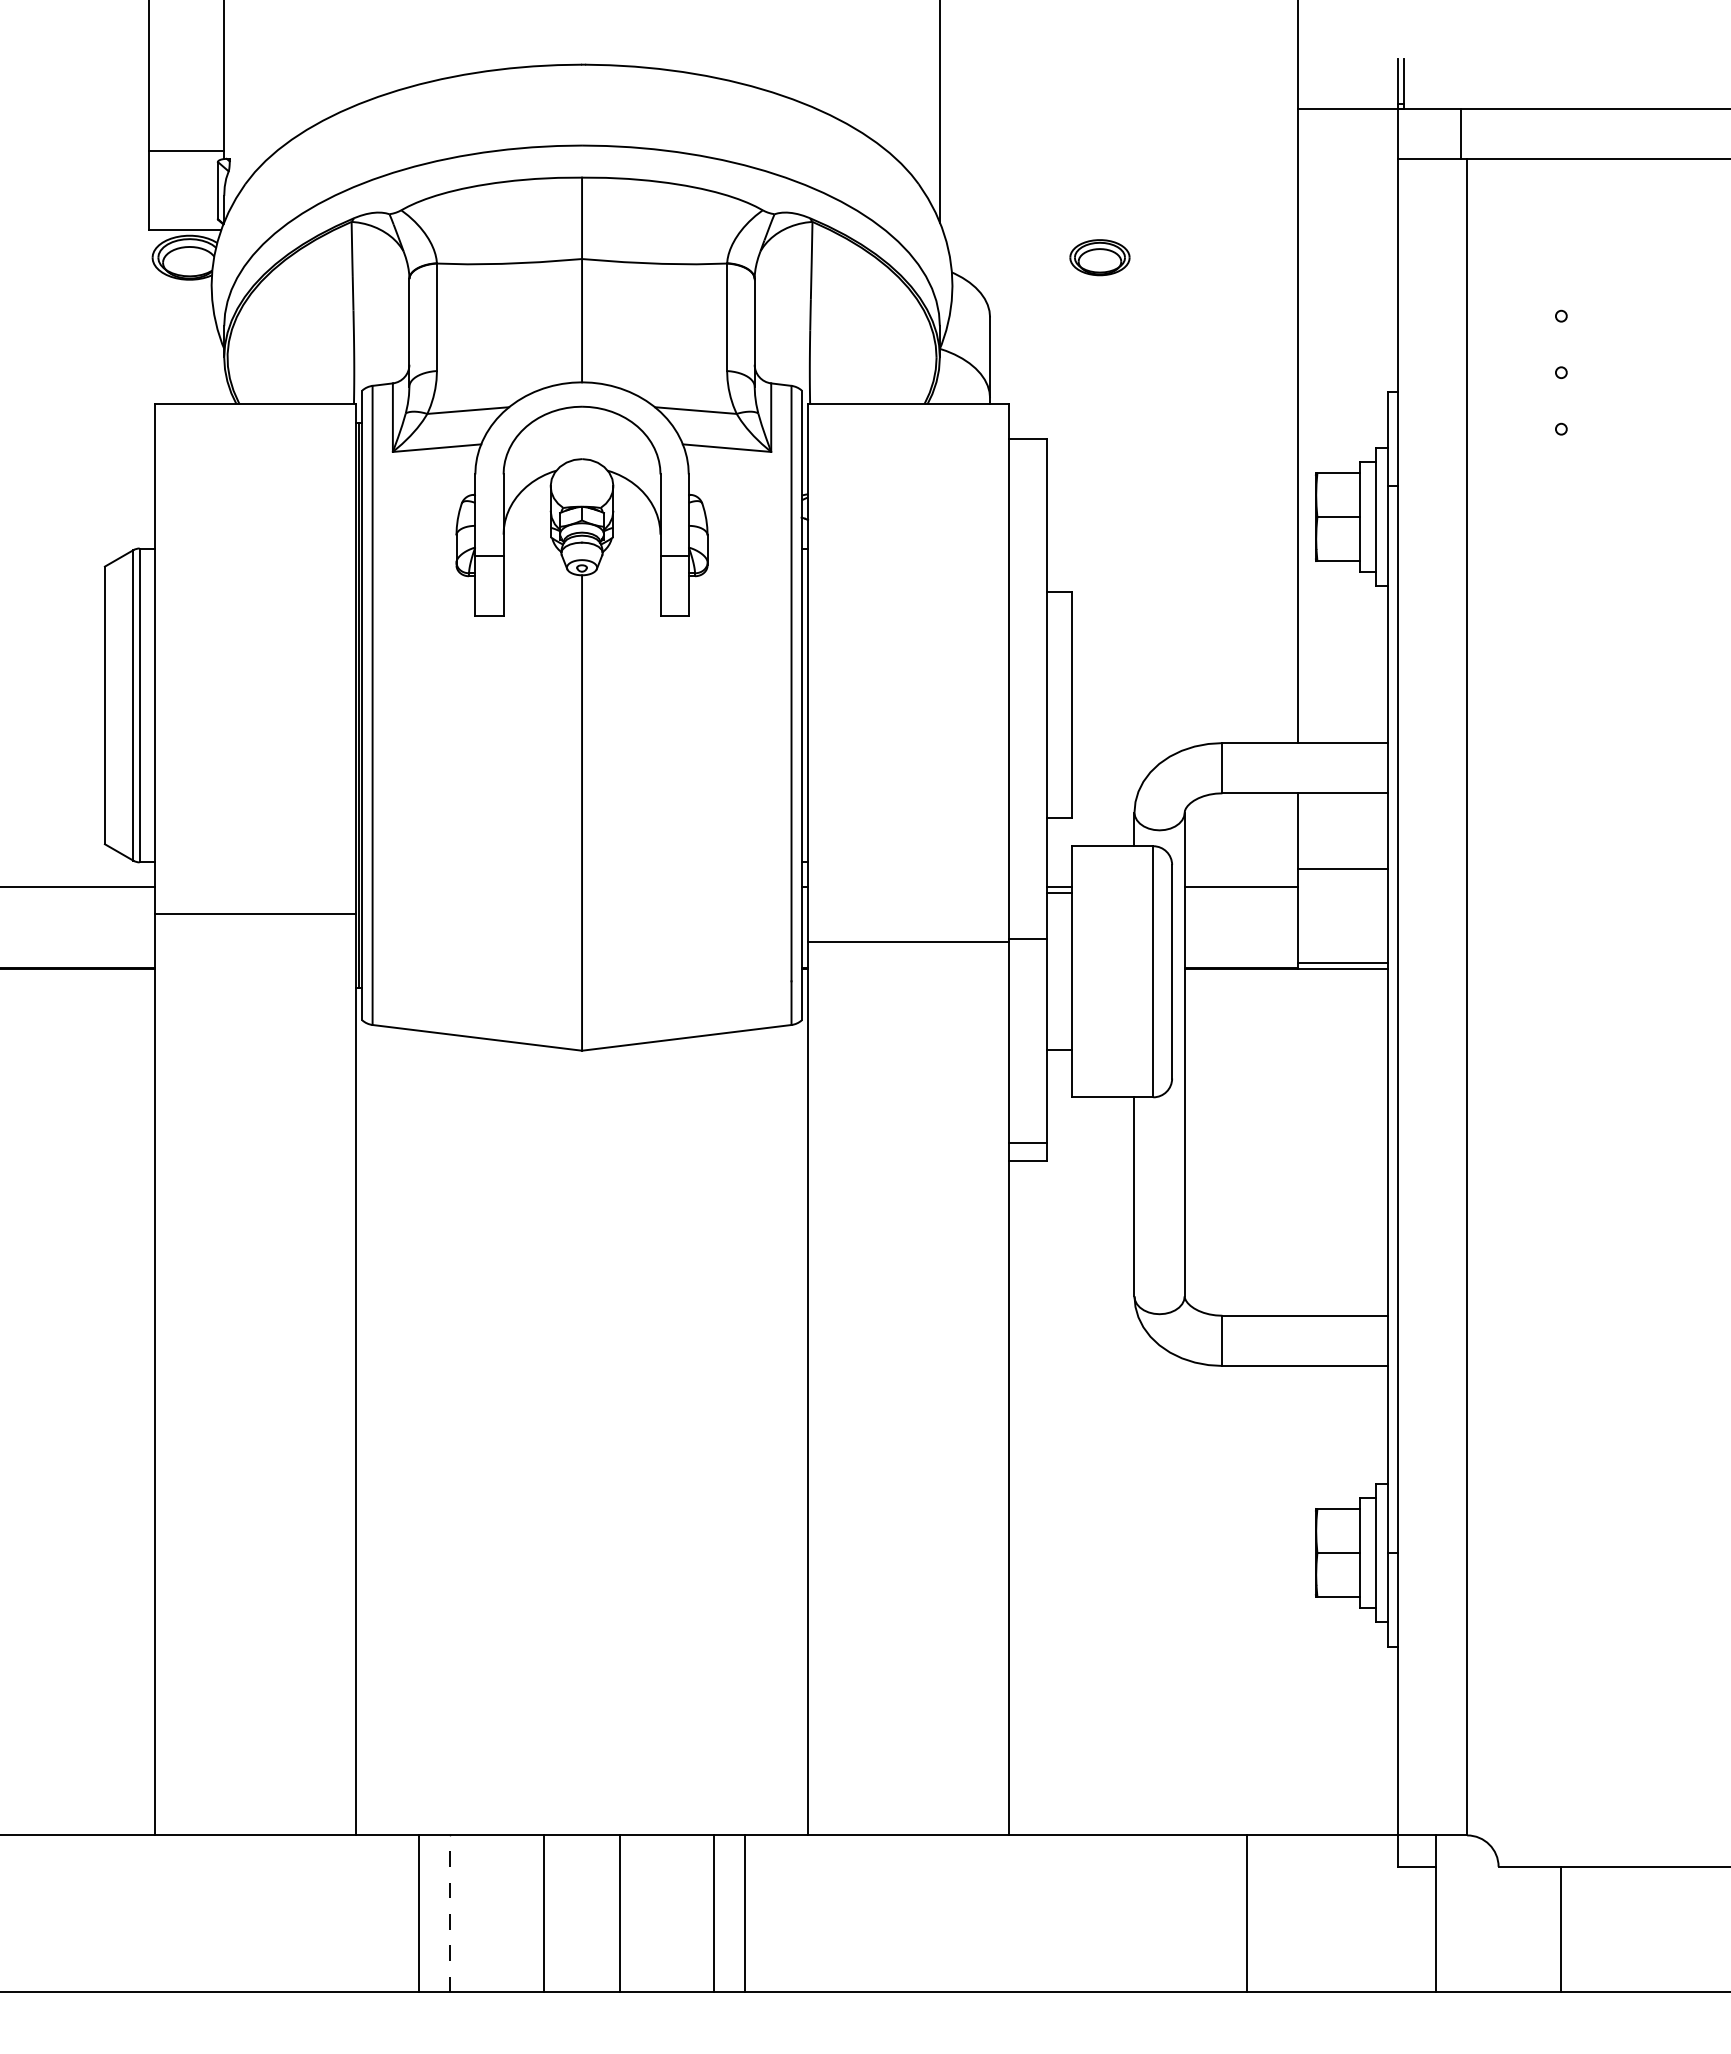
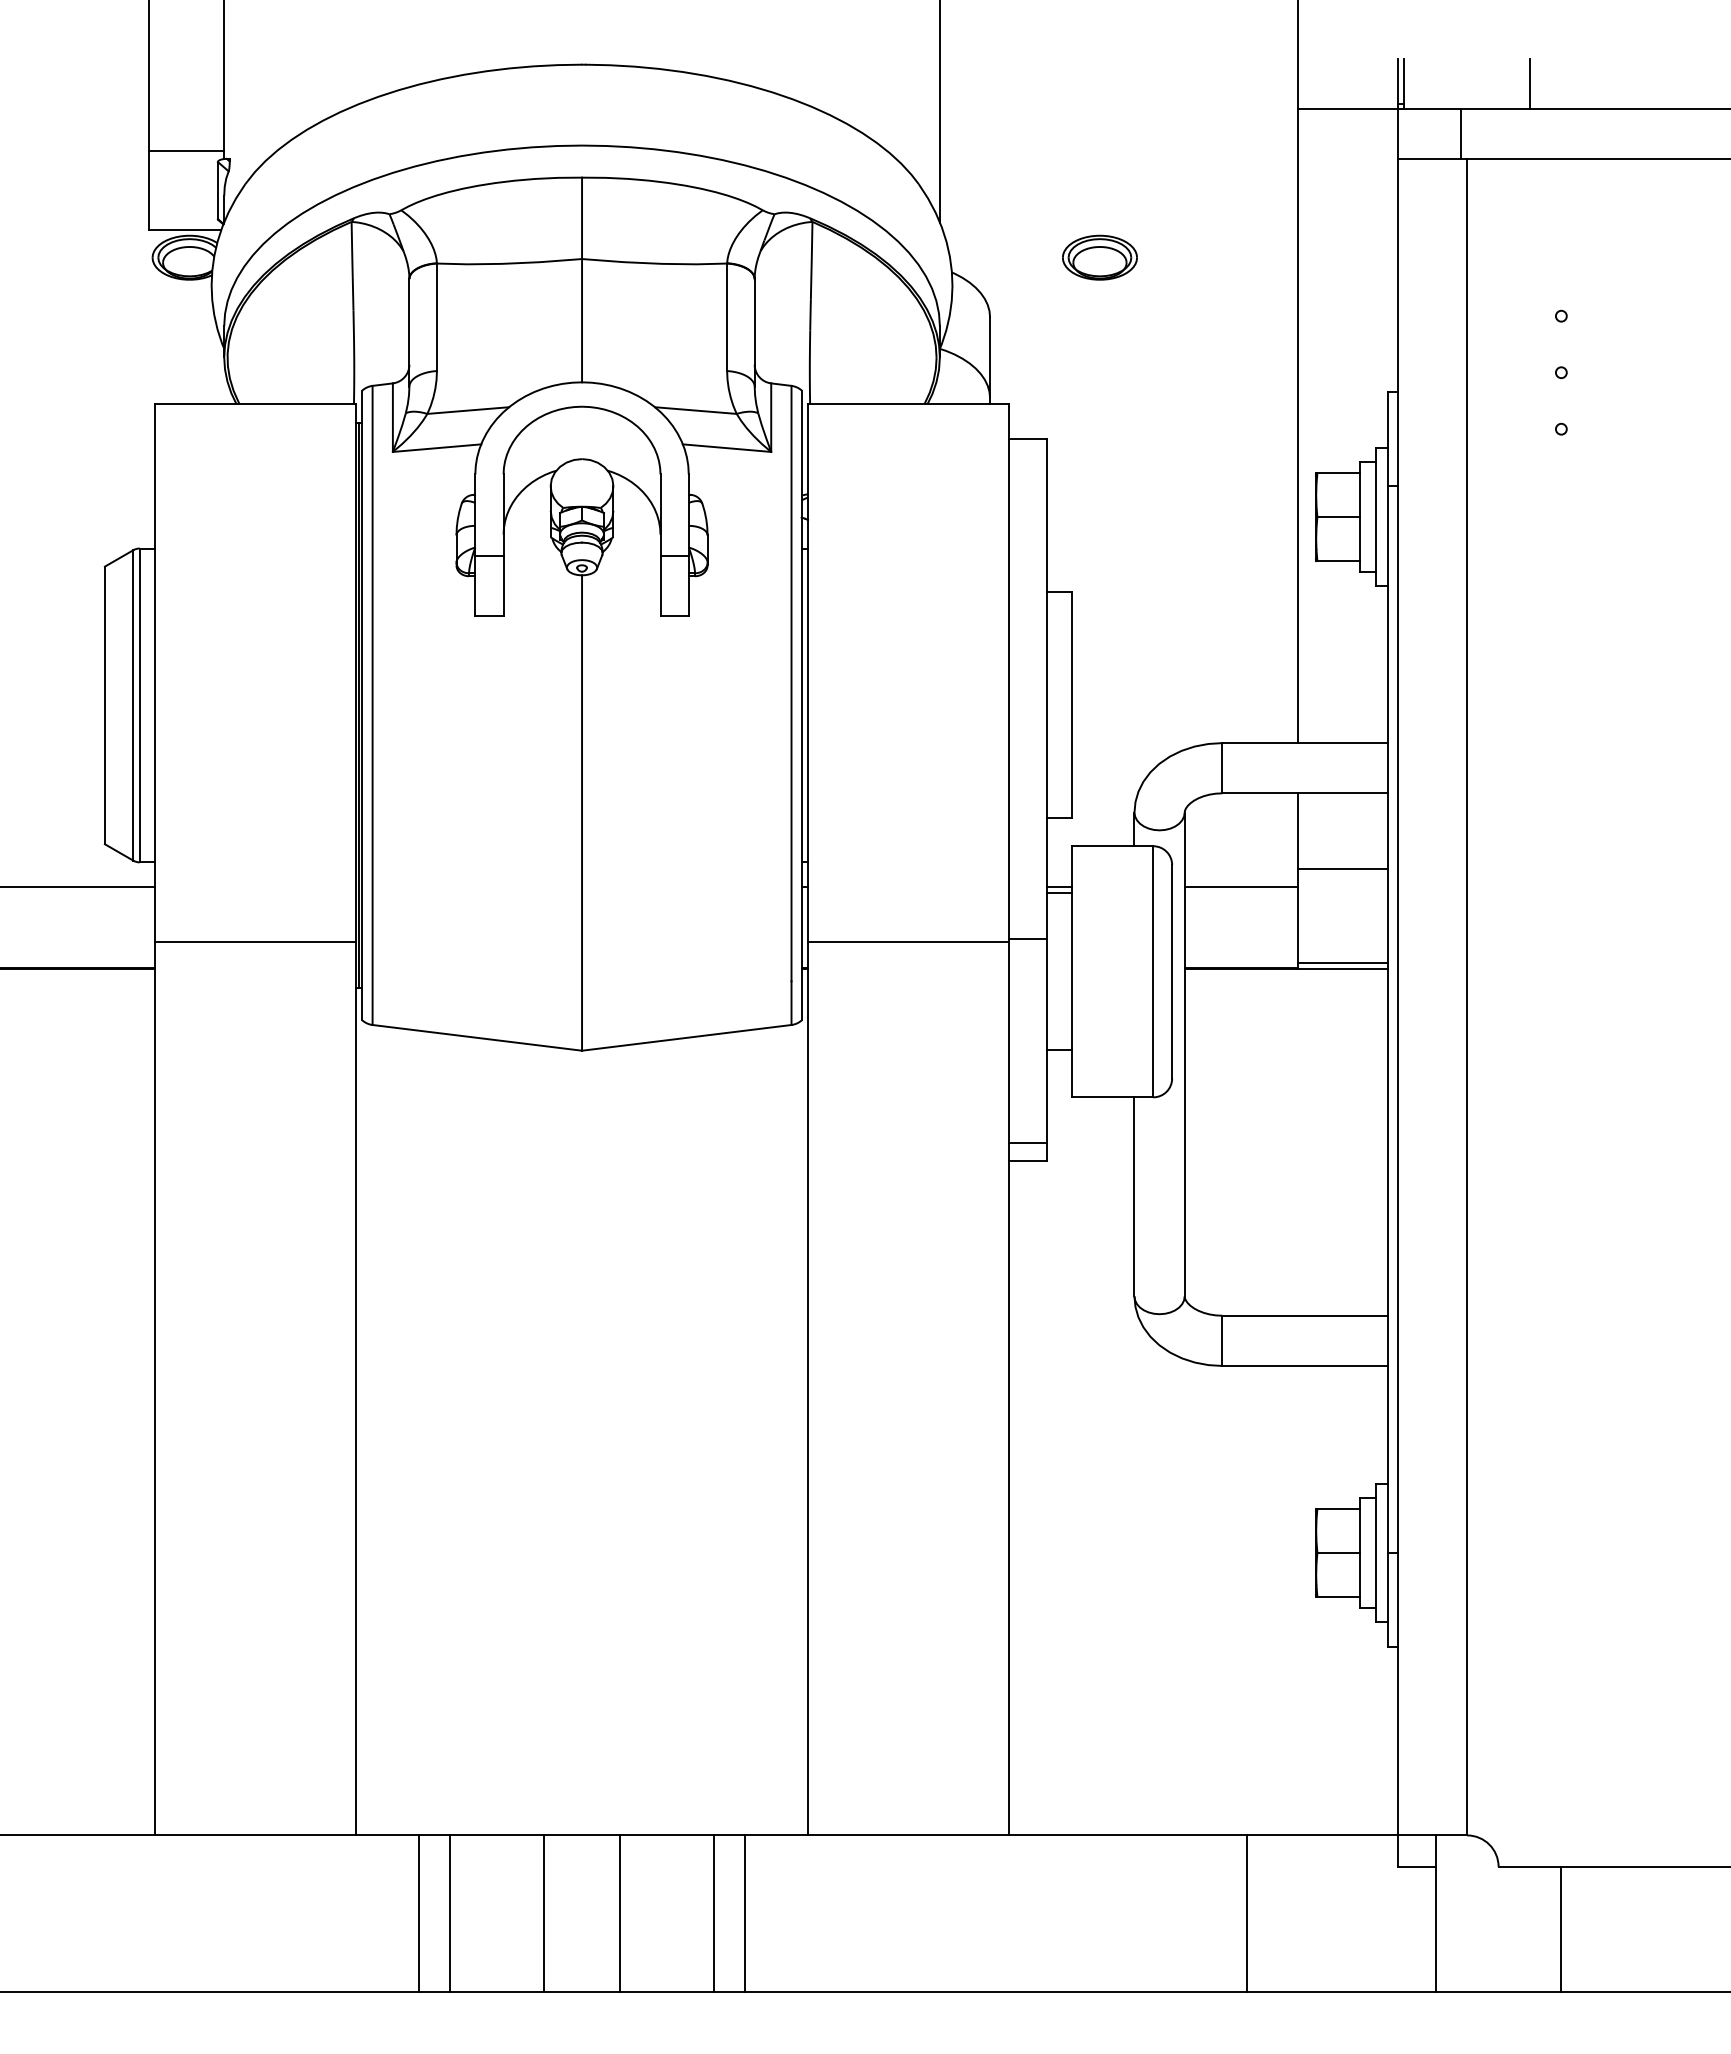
line at (1529, 83): none -> present
part at (1099, 257) size: 62x38 px -> 76x47 px
line at (255, 913) position: (255, 913) -> (255, 941)
line at (450, 1913): dashed -> solid
